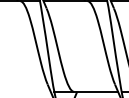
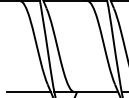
line at (28, 91): none -> present
